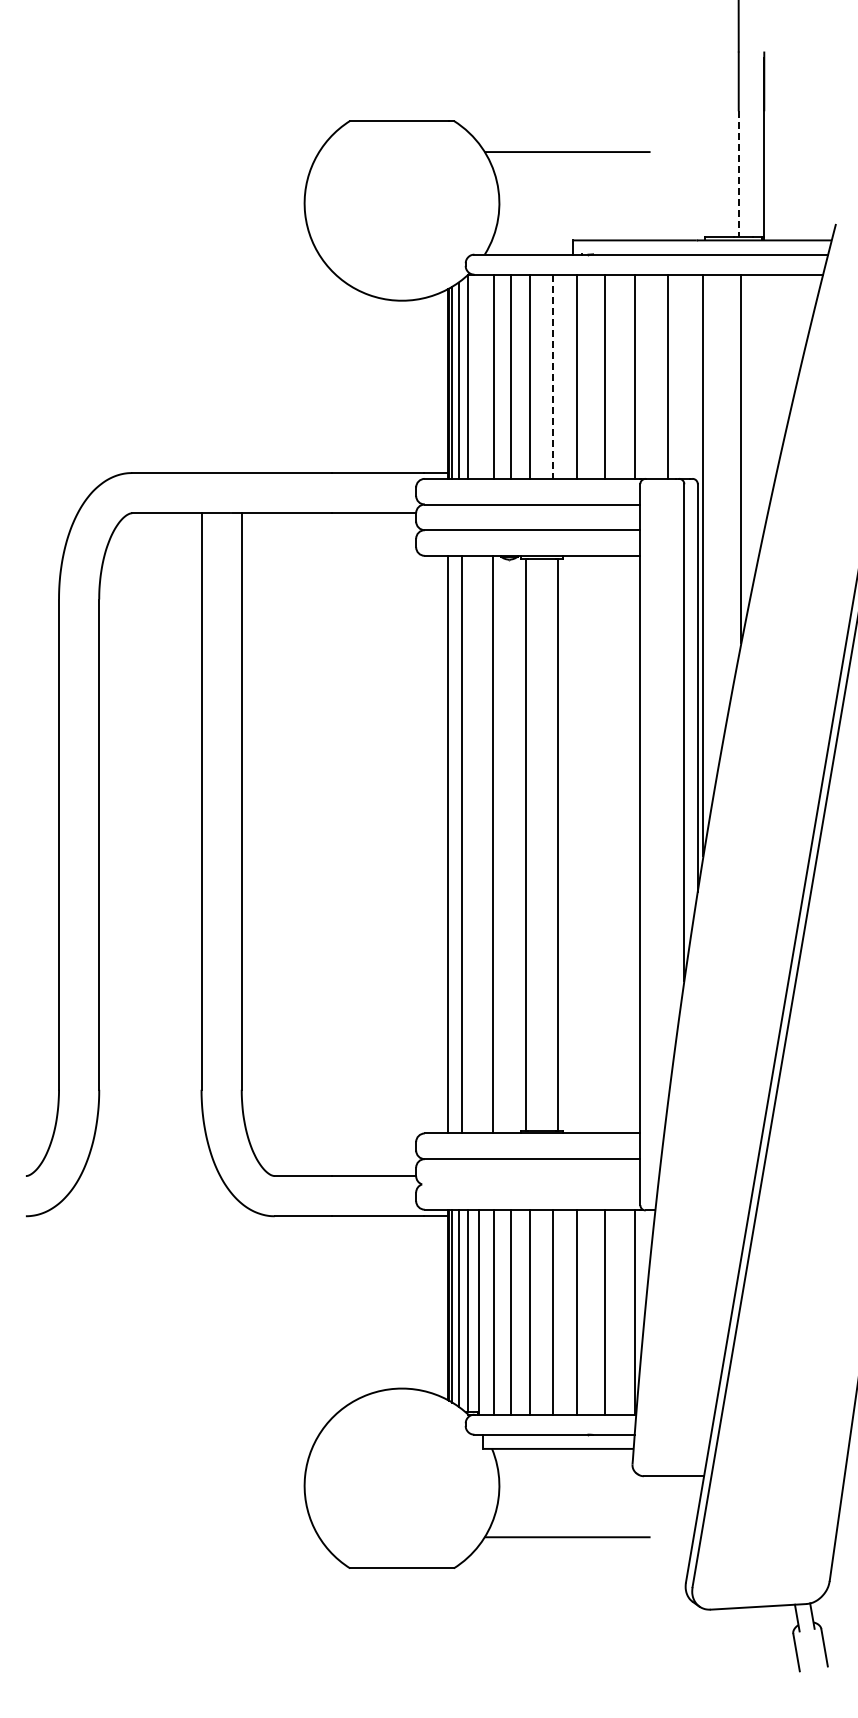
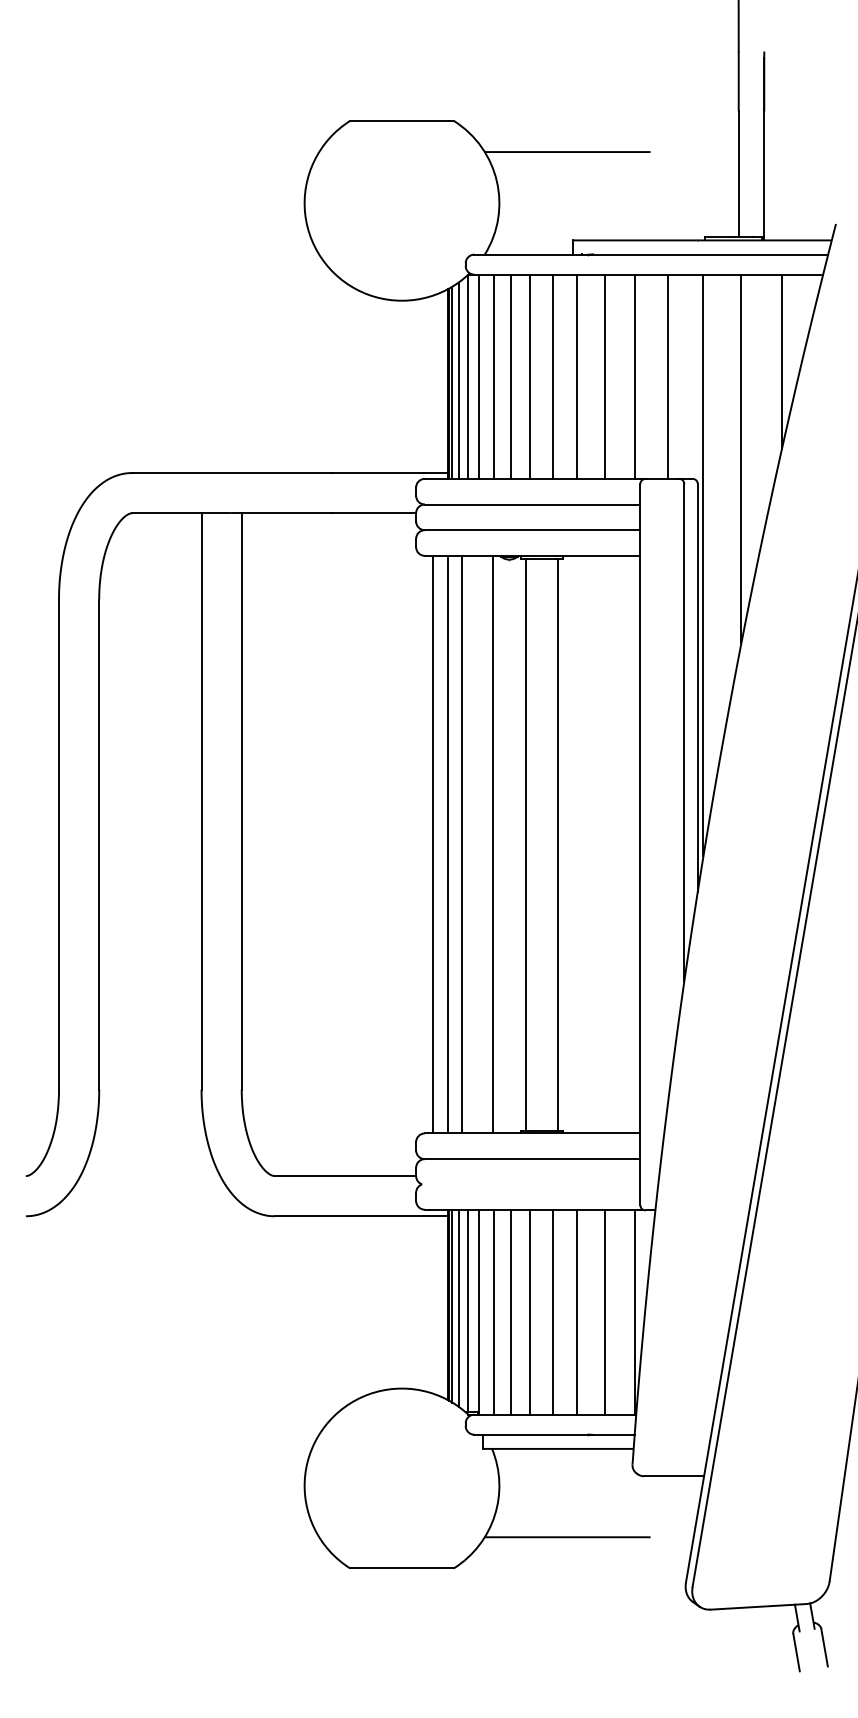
line at (738, 173): dashed -> solid
line at (781, 361): none -> present
line at (479, 376): none -> present
line at (552, 377): dashed -> solid
line at (433, 844): none -> present
